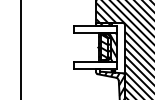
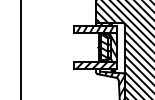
hatch at (96, 29): none -> present
hatch at (95, 65): none -> present
